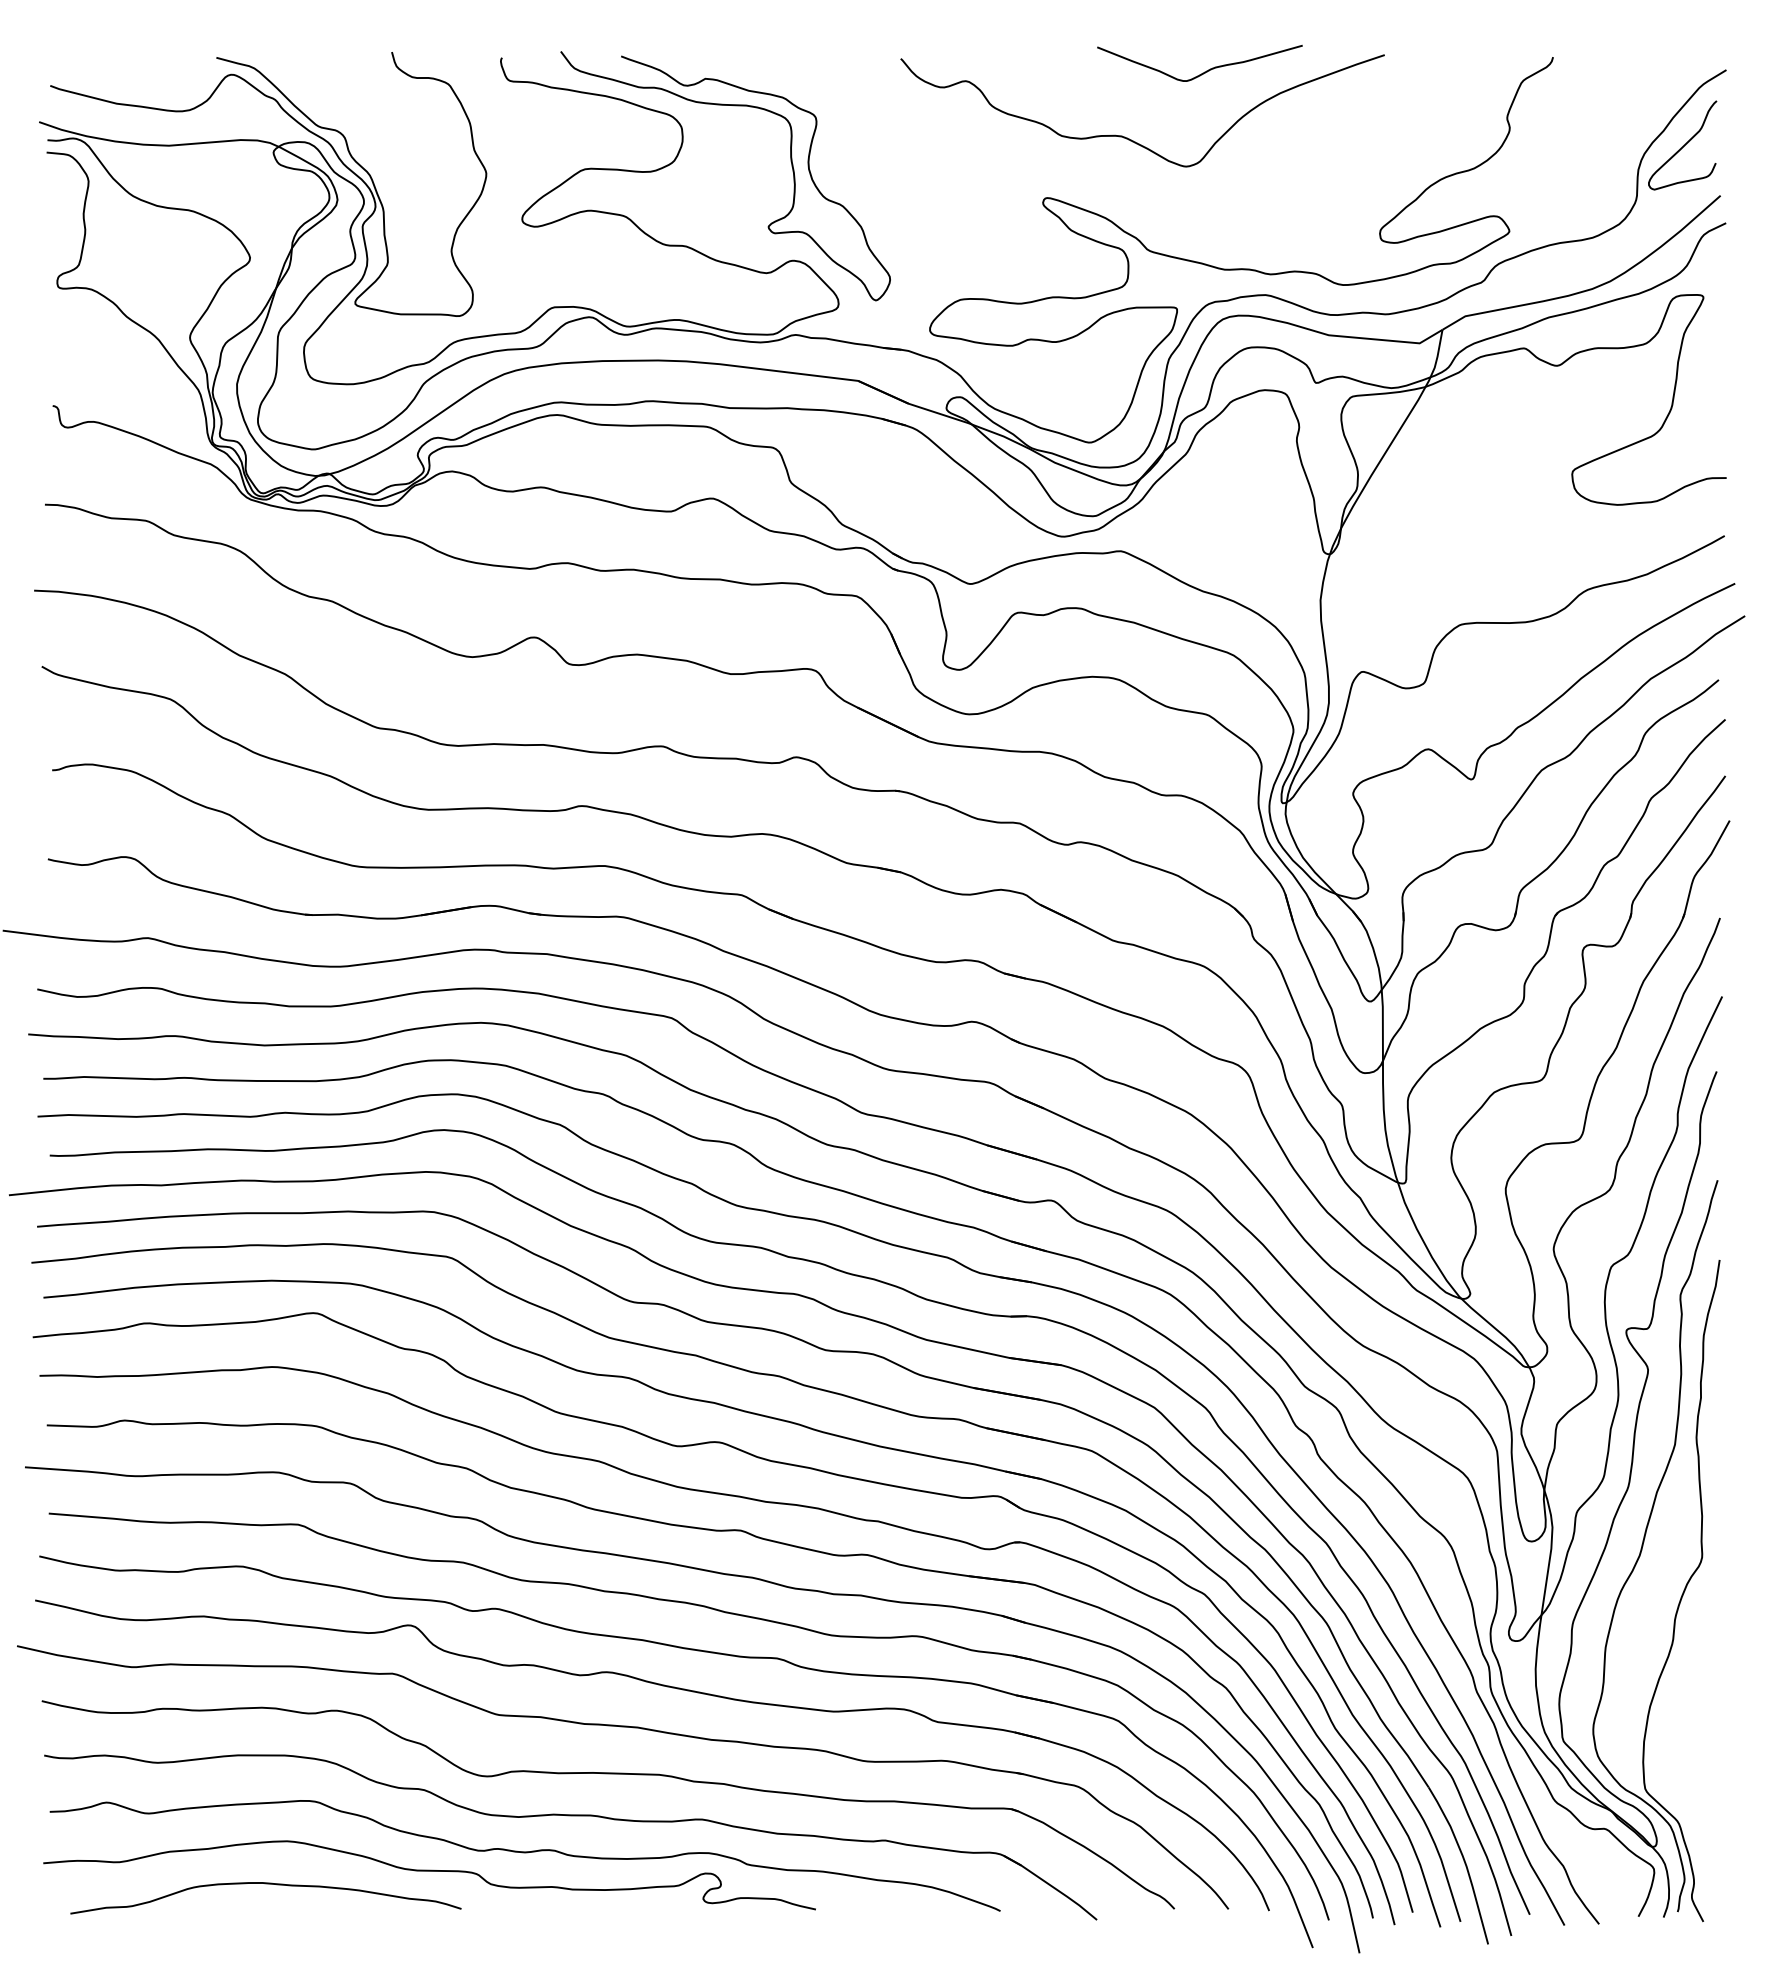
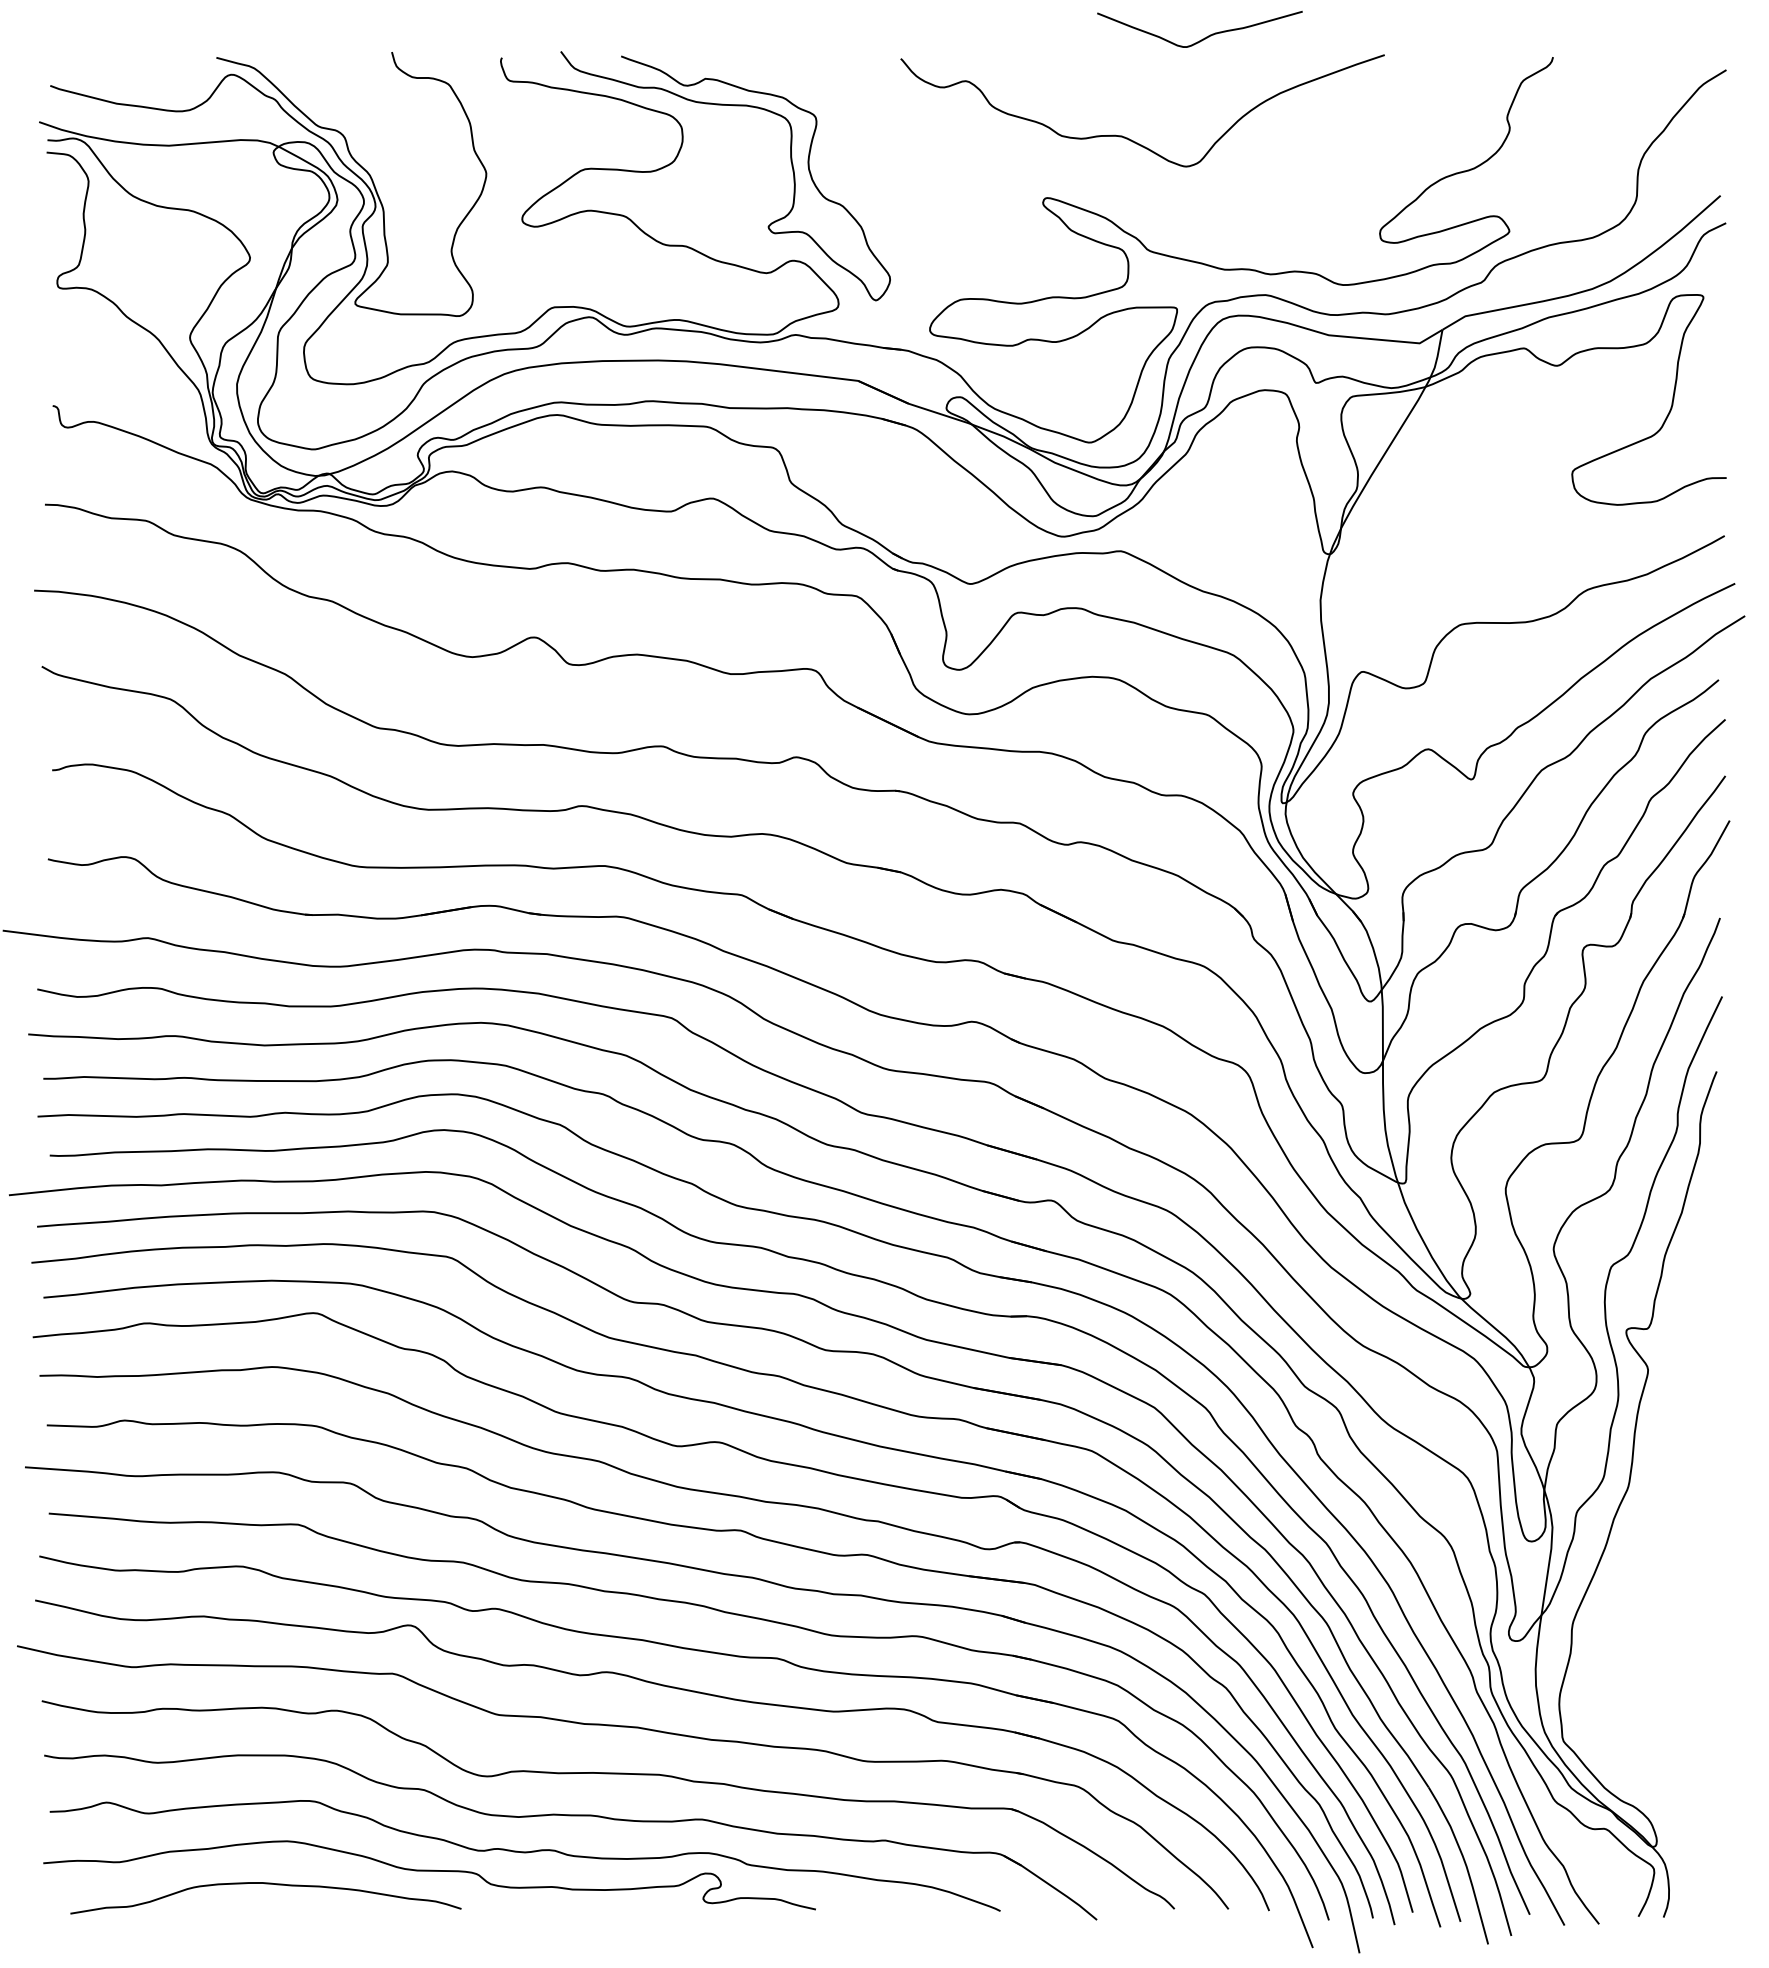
curve at (1204, 71) position: (1204, 71) -> (1204, 37)
curve at (1683, 145): present -> none
part at (1643, 1546): present -> none
